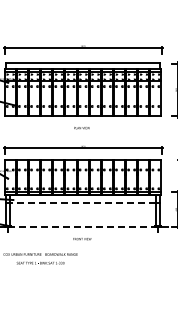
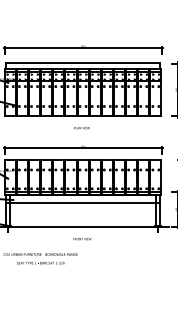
line at (83, 203): dashed -> solid
line at (84, 227): dashed -> solid
